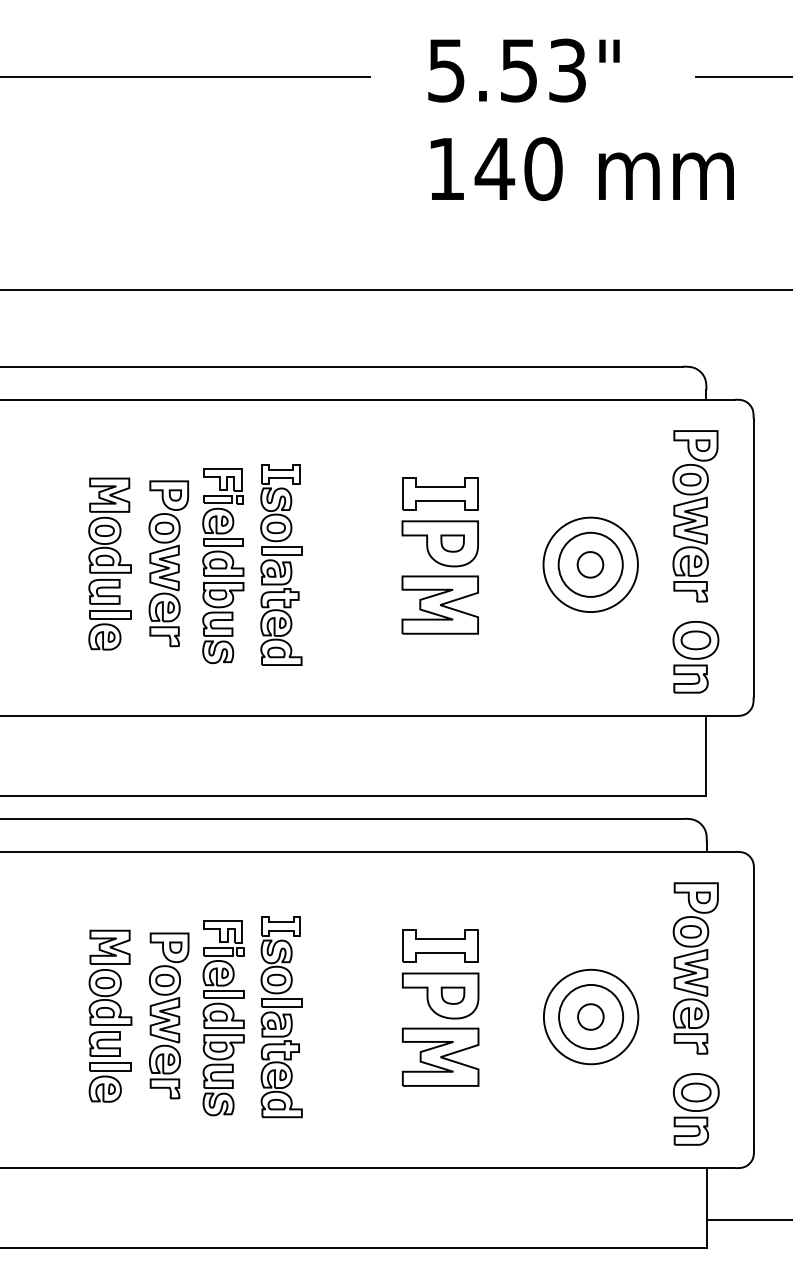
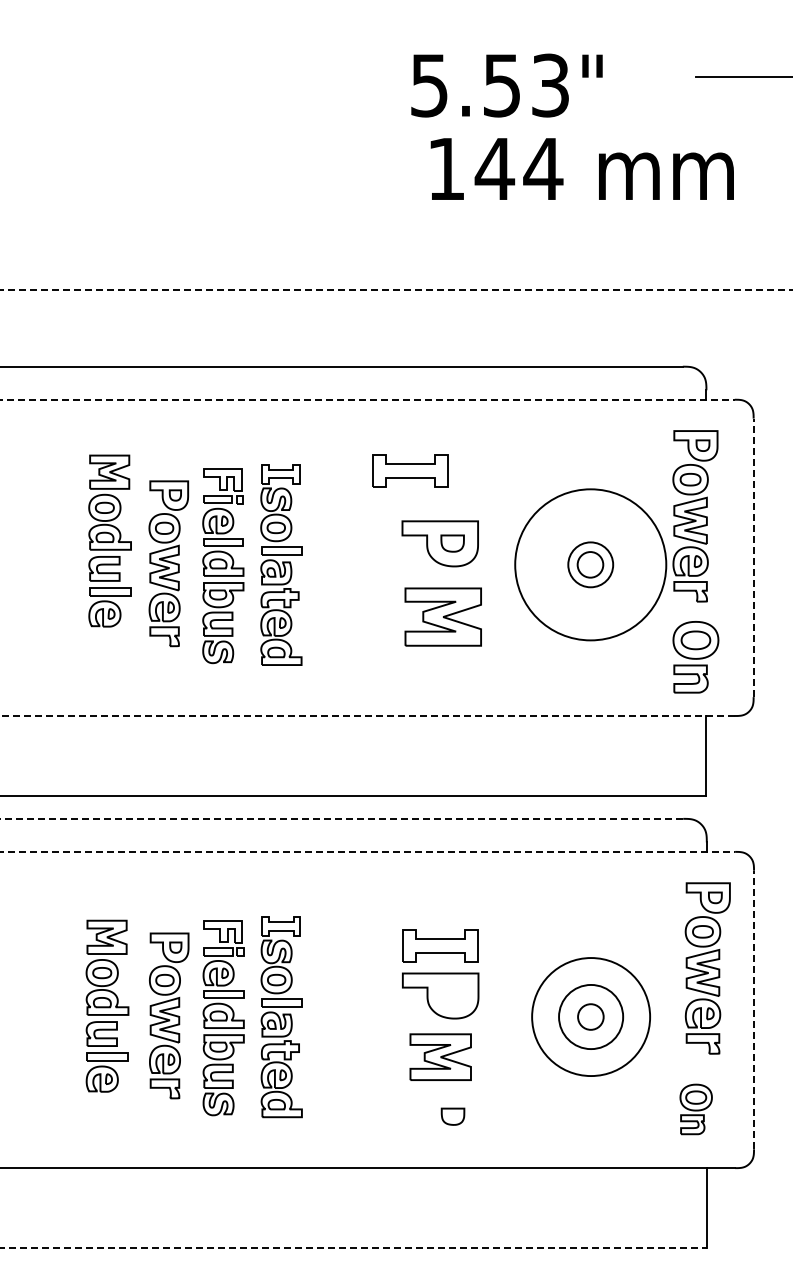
text at (523, 70) position: (523, 70) -> (506, 85)
line at (185, 76): present -> none
text at (543, 169): 140 -> 144
line at (396, 289): solid -> dashed
line at (367, 399): solid -> dashed
part at (440, 493) position: (440, 493) -> (410, 470)
line at (753, 557): solid -> dashed
part at (109, 563) position: (109, 563) -> (109, 540)
circle at (590, 564) diameter: 64 px -> 45 px
circle at (590, 564) diameter: 94 px -> 151 px
part at (439, 604) position: (439, 604) -> (442, 616)
line at (366, 715): solid -> dashed
line at (341, 818): solid -> dashed
line at (368, 851): solid -> dashed
part at (695, 968) position: (695, 968) -> (707, 968)
part at (452, 995) position: (452, 995) -> (452, 1116)
line at (754, 1009): solid -> dashed
part at (110, 1015) position: (110, 1015) -> (107, 1005)
circle at (590, 1016) diameter: 94 px -> 118 px
part at (440, 1056) size: 78x60 px -> 63x48 px
part at (695, 1109) size: 48x73 px -> 34x53 px
line at (747, 1220): present -> none
line at (353, 1248): solid -> dashed
